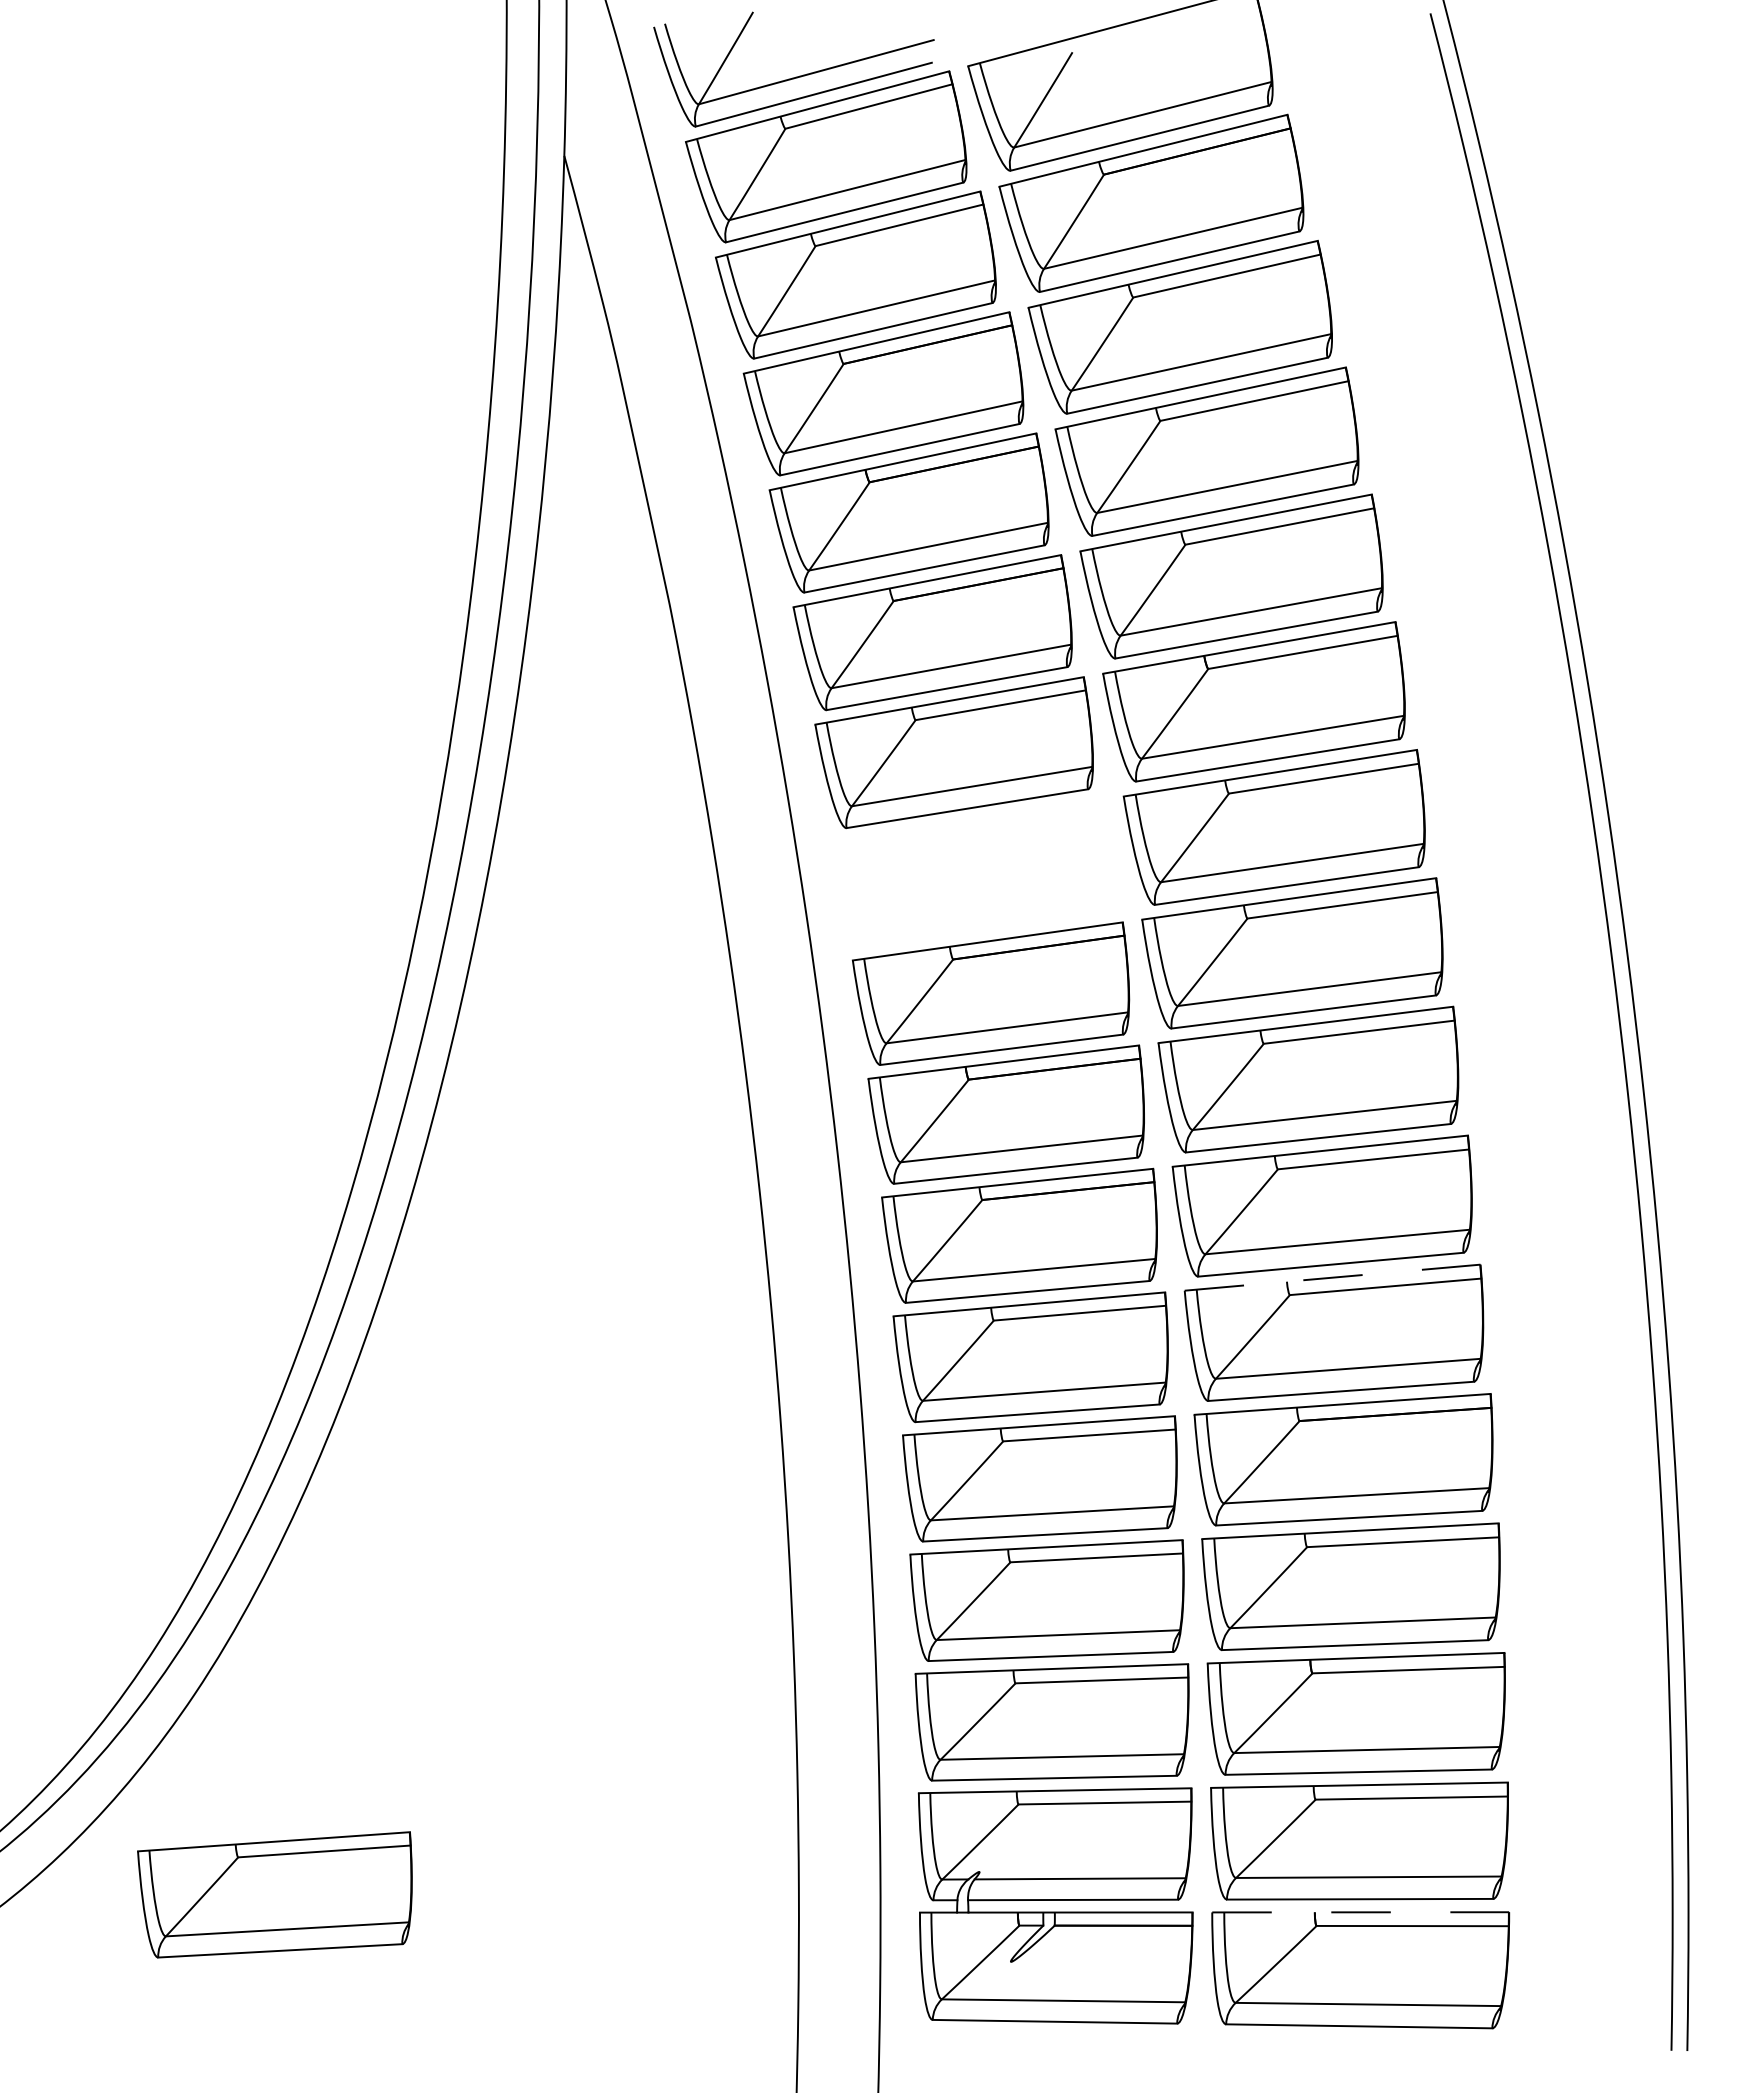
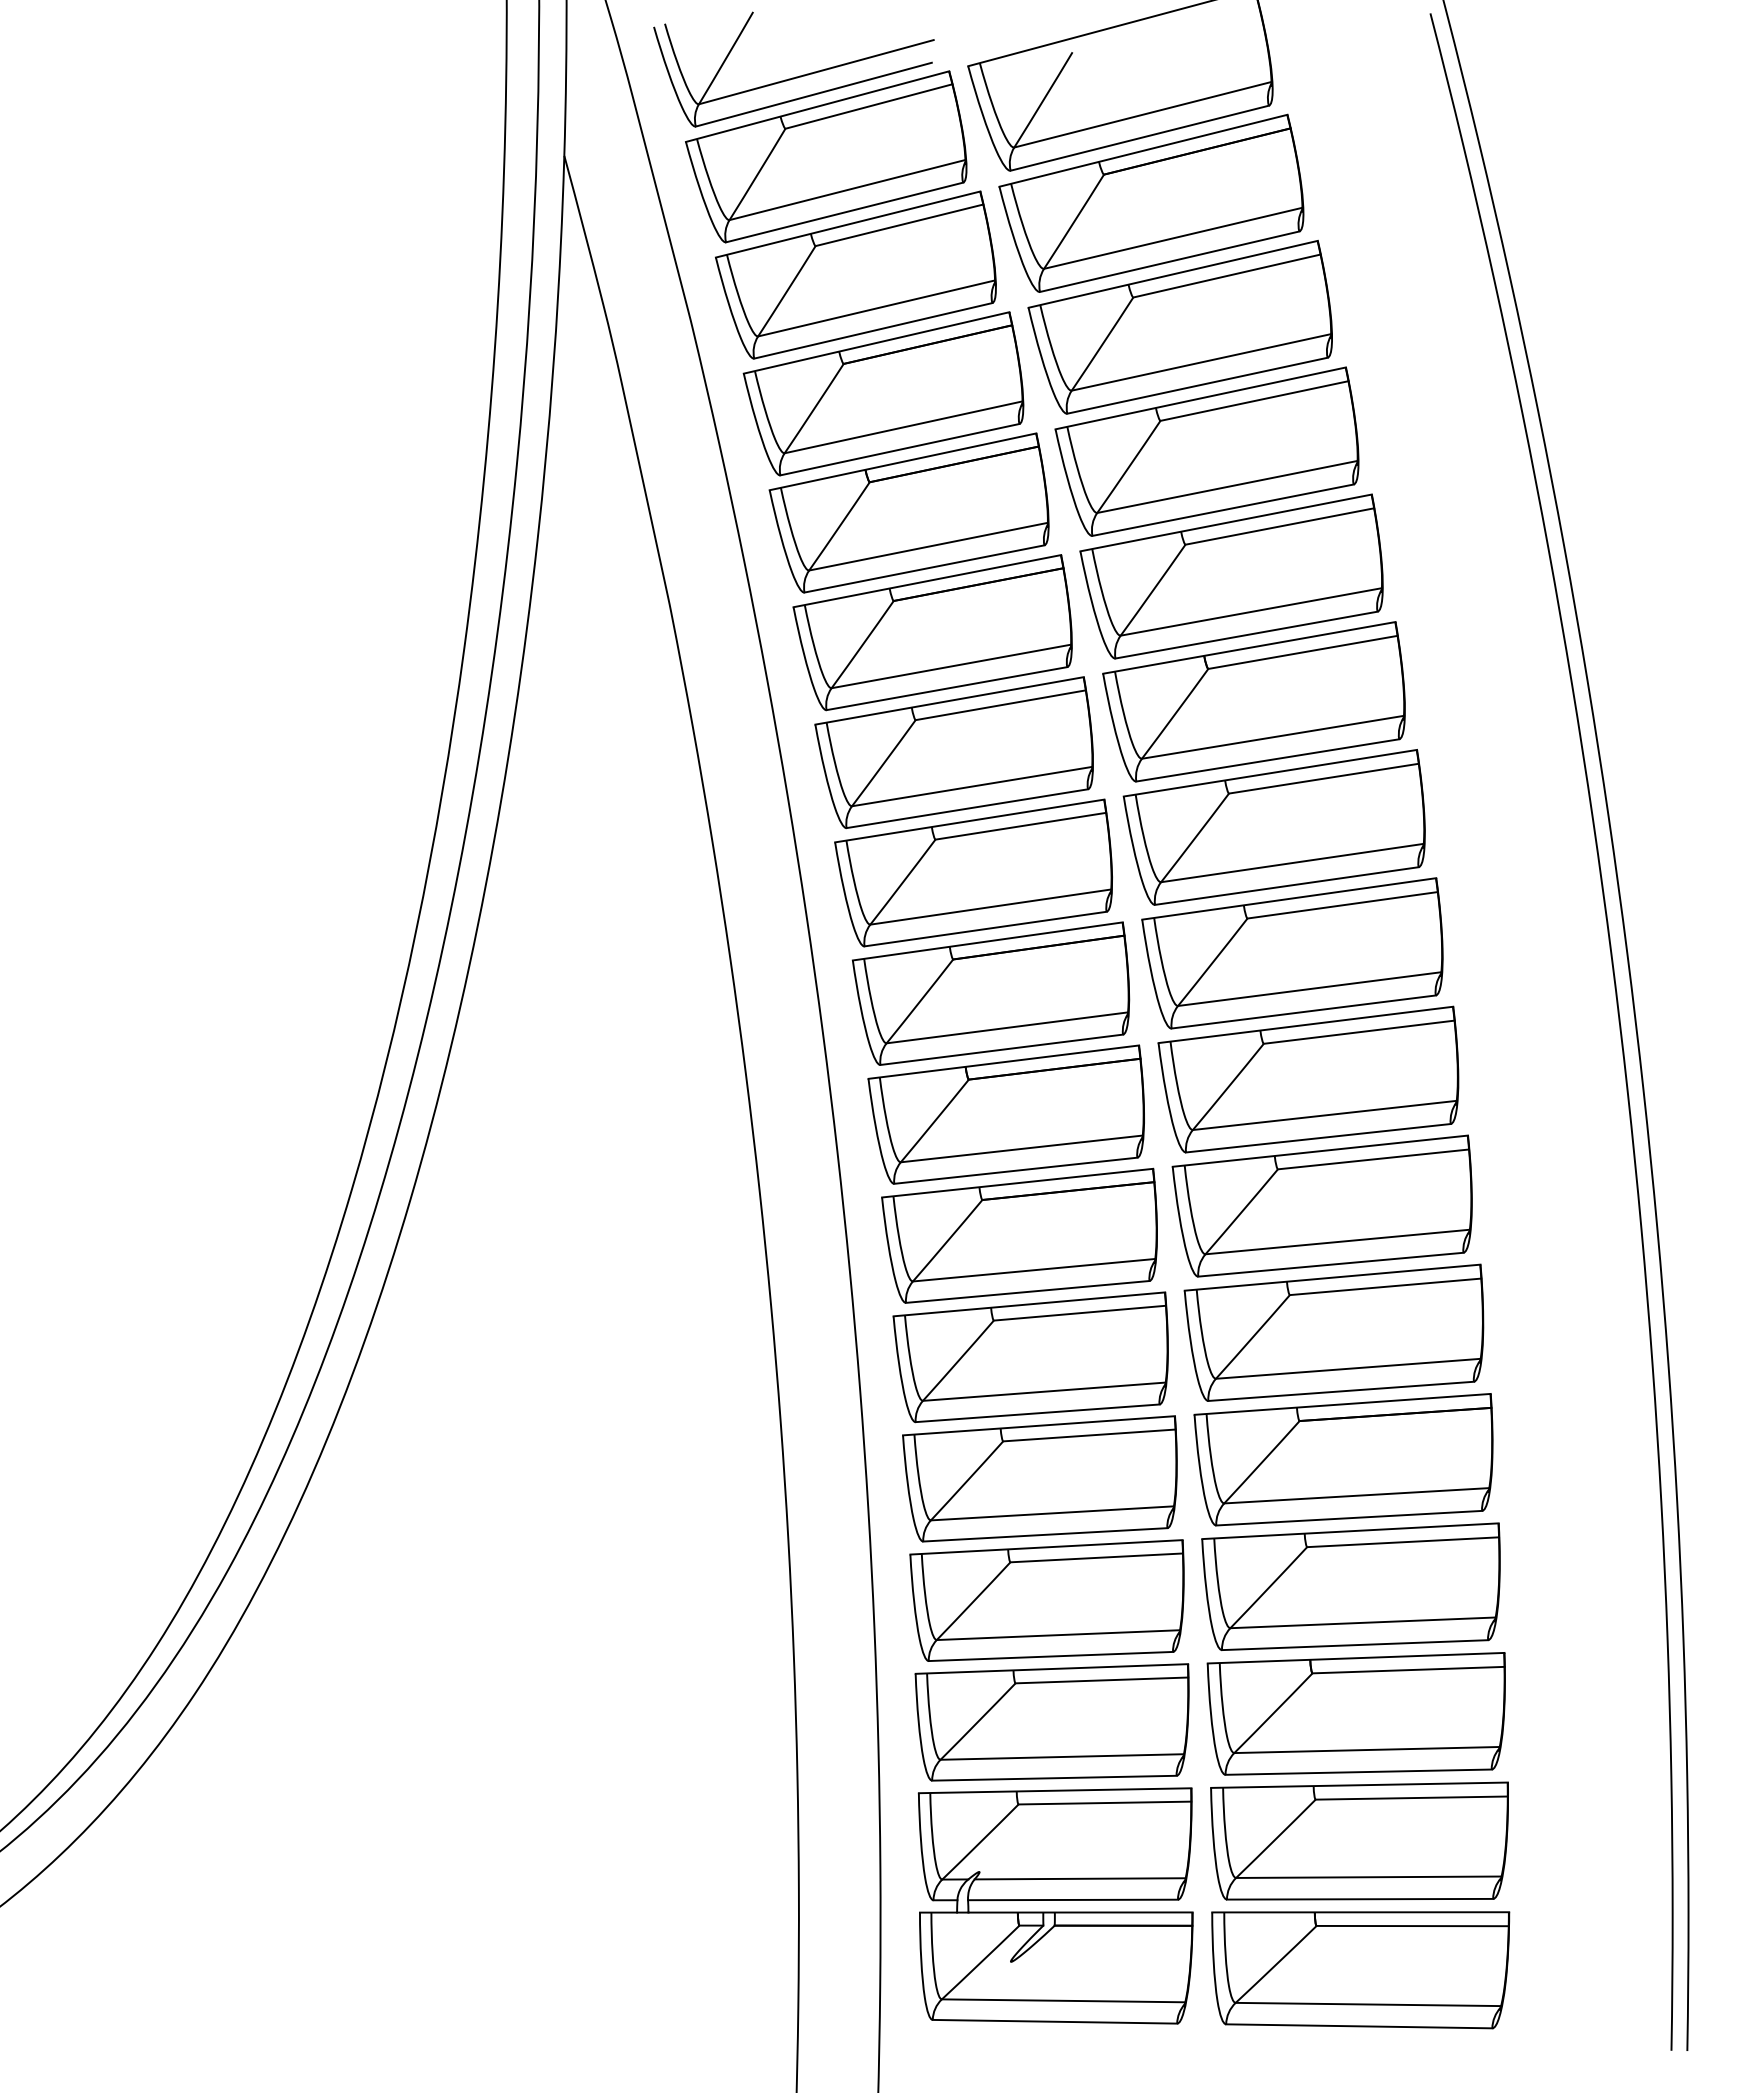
part at (973, 872): none -> present
line at (1333, 1277): dashed -> solid
part at (274, 1894): present -> none
line at (1361, 1912): dashed -> solid
